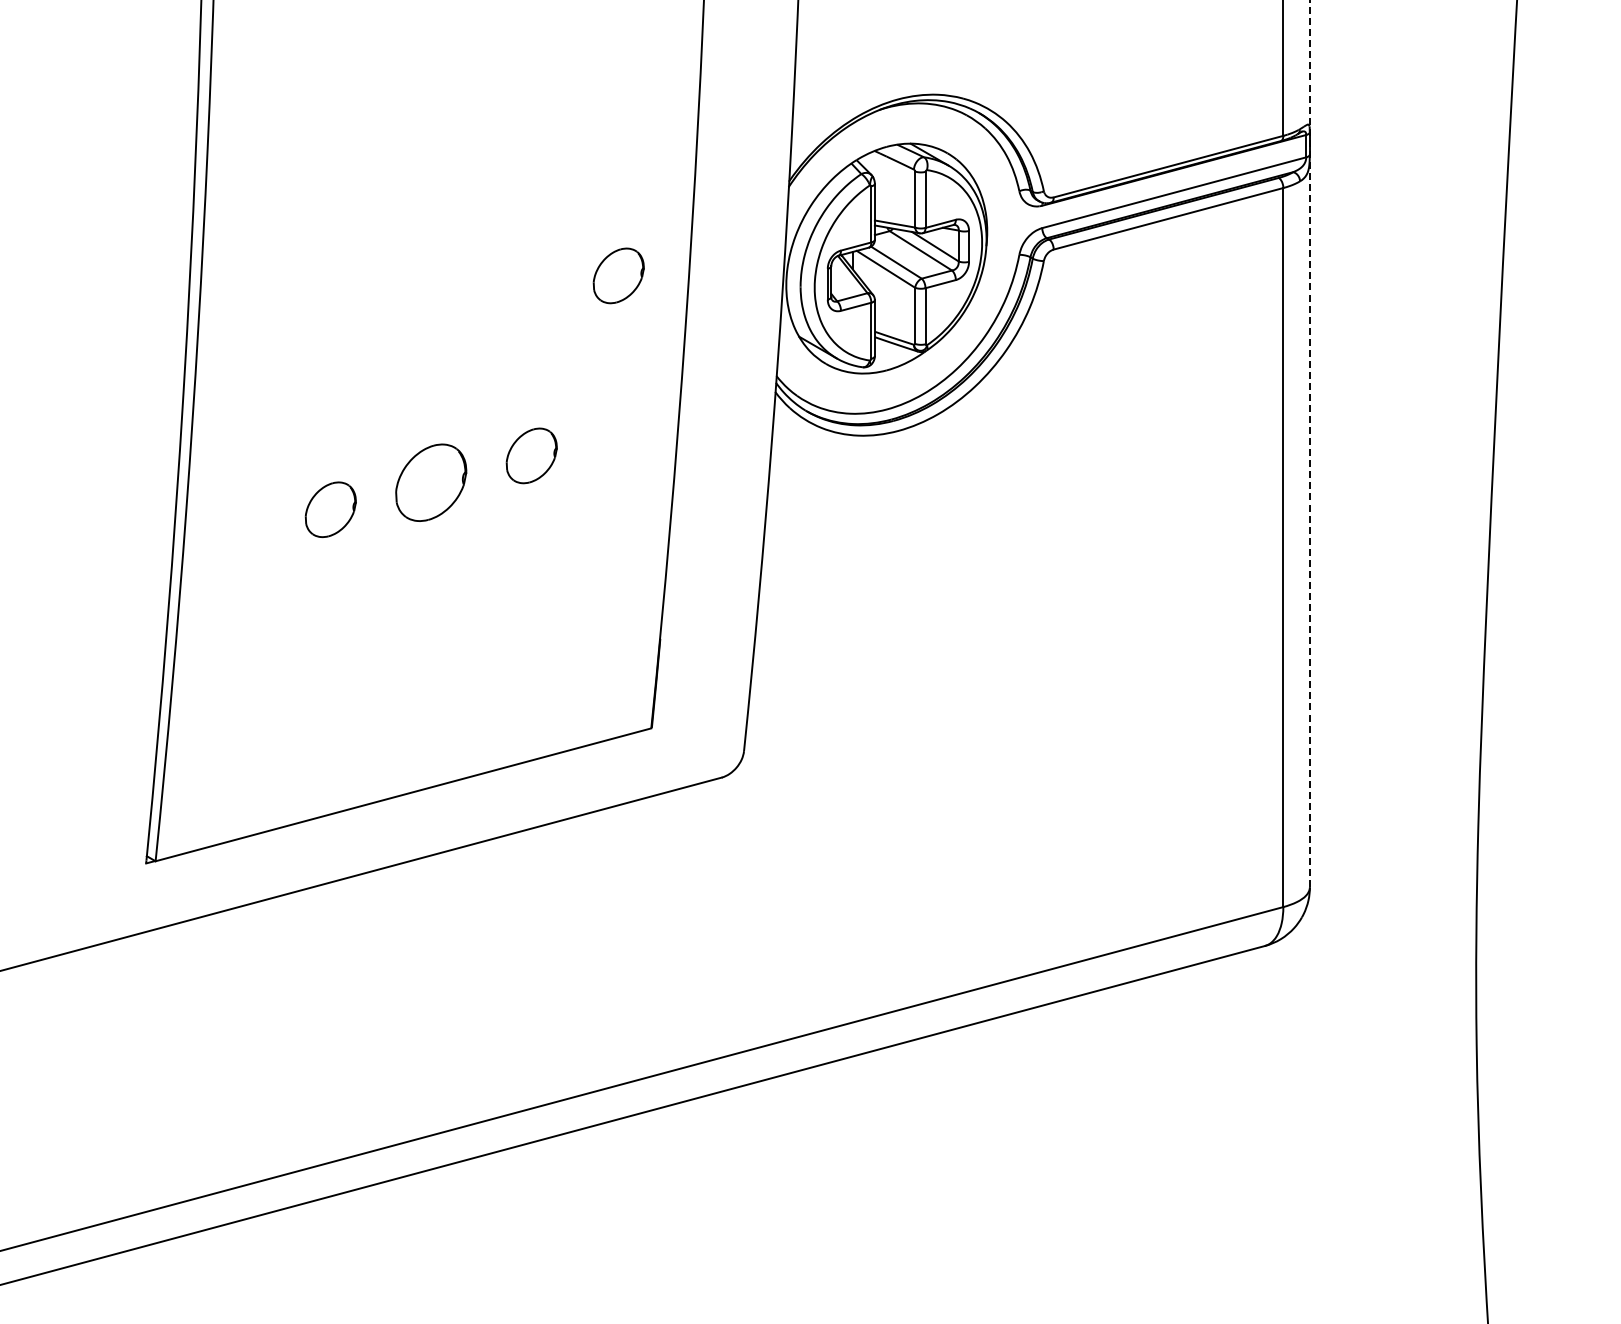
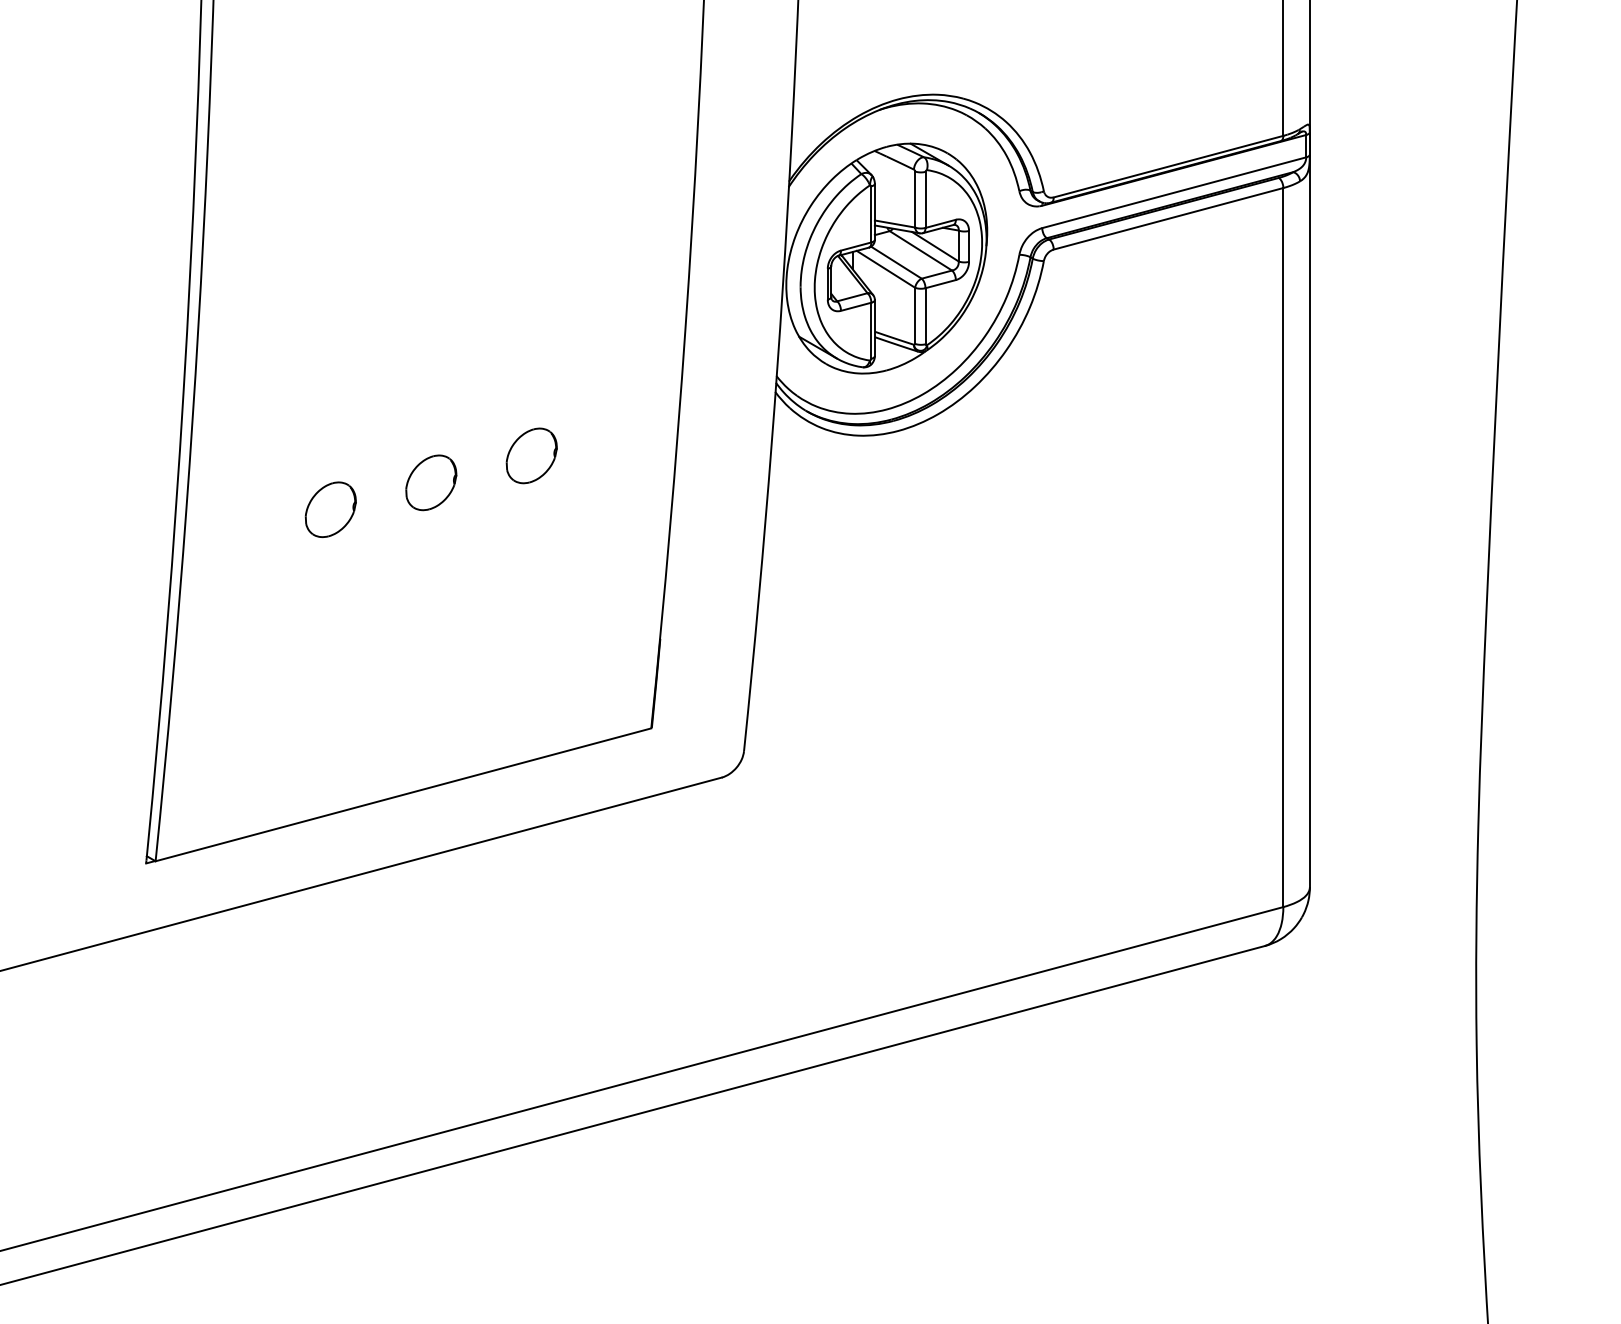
part at (618, 275): present -> none
line at (1309, 443): dashed -> solid
part at (431, 482) size: 73x79 px -> 53x58 px
